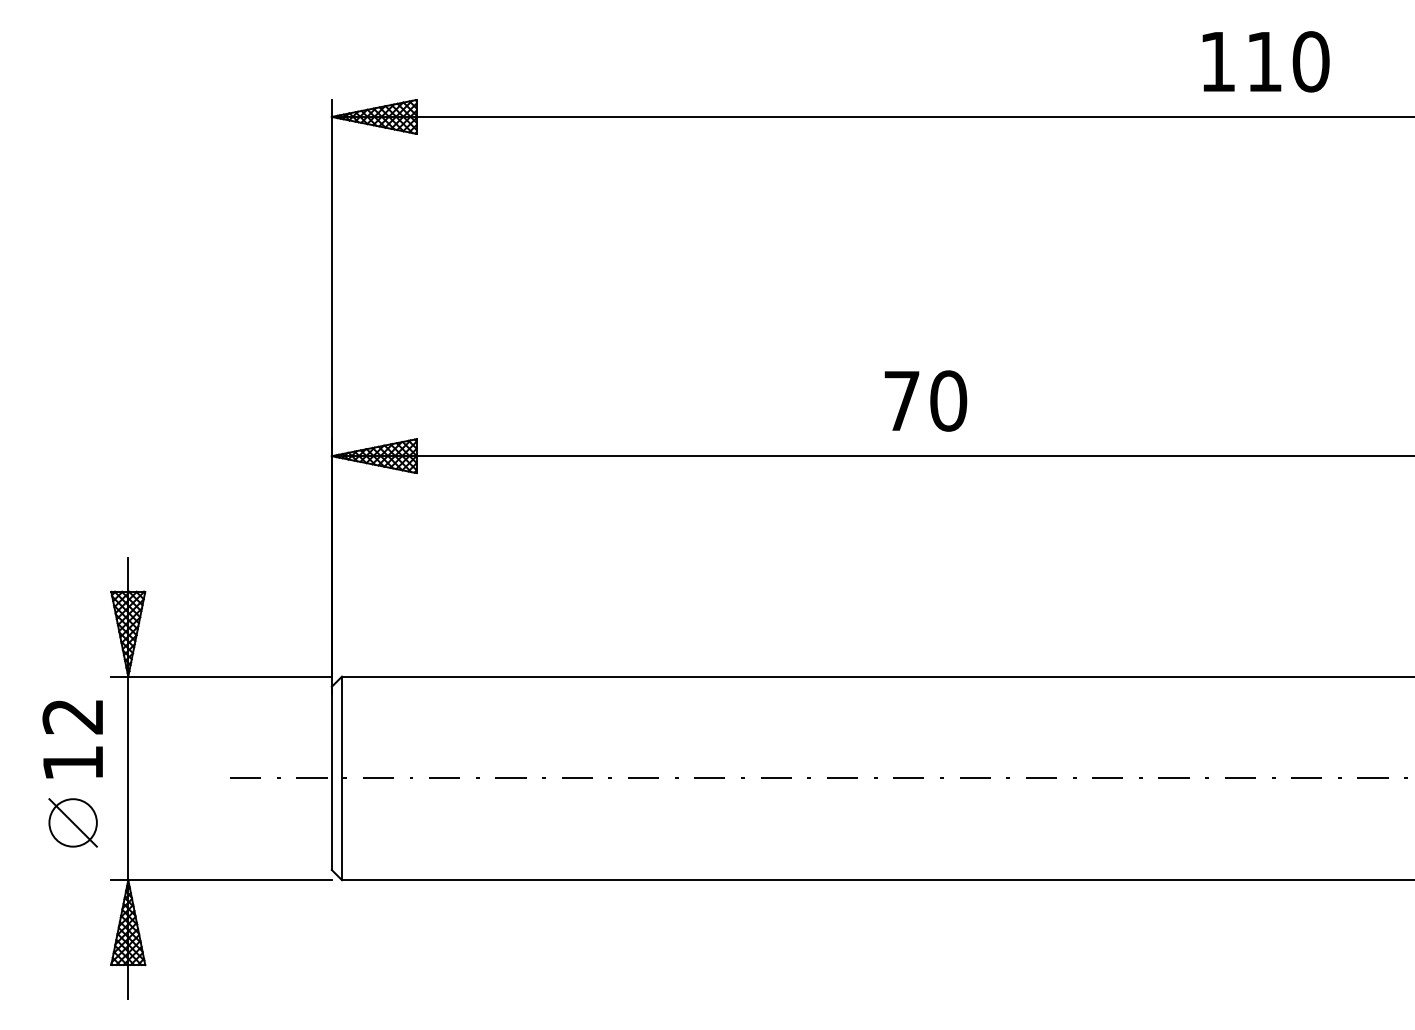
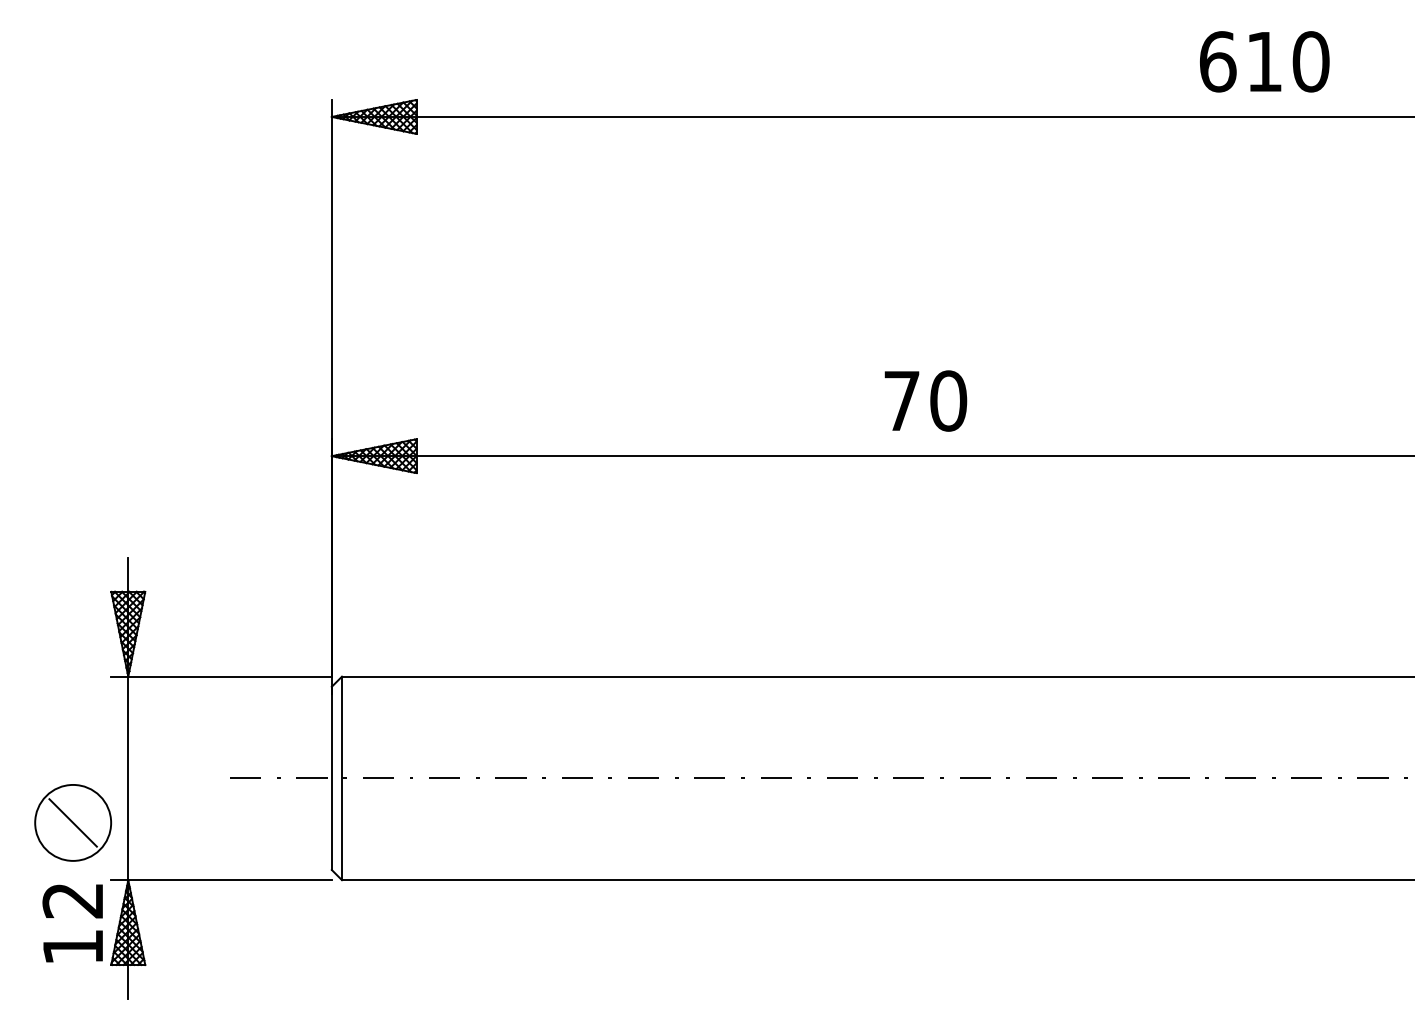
text at (1218, 61): 110 -> 610
text at (72, 739) position: (72, 739) -> (72, 923)
circle at (72, 822) diameter: 47 px -> 76 px
